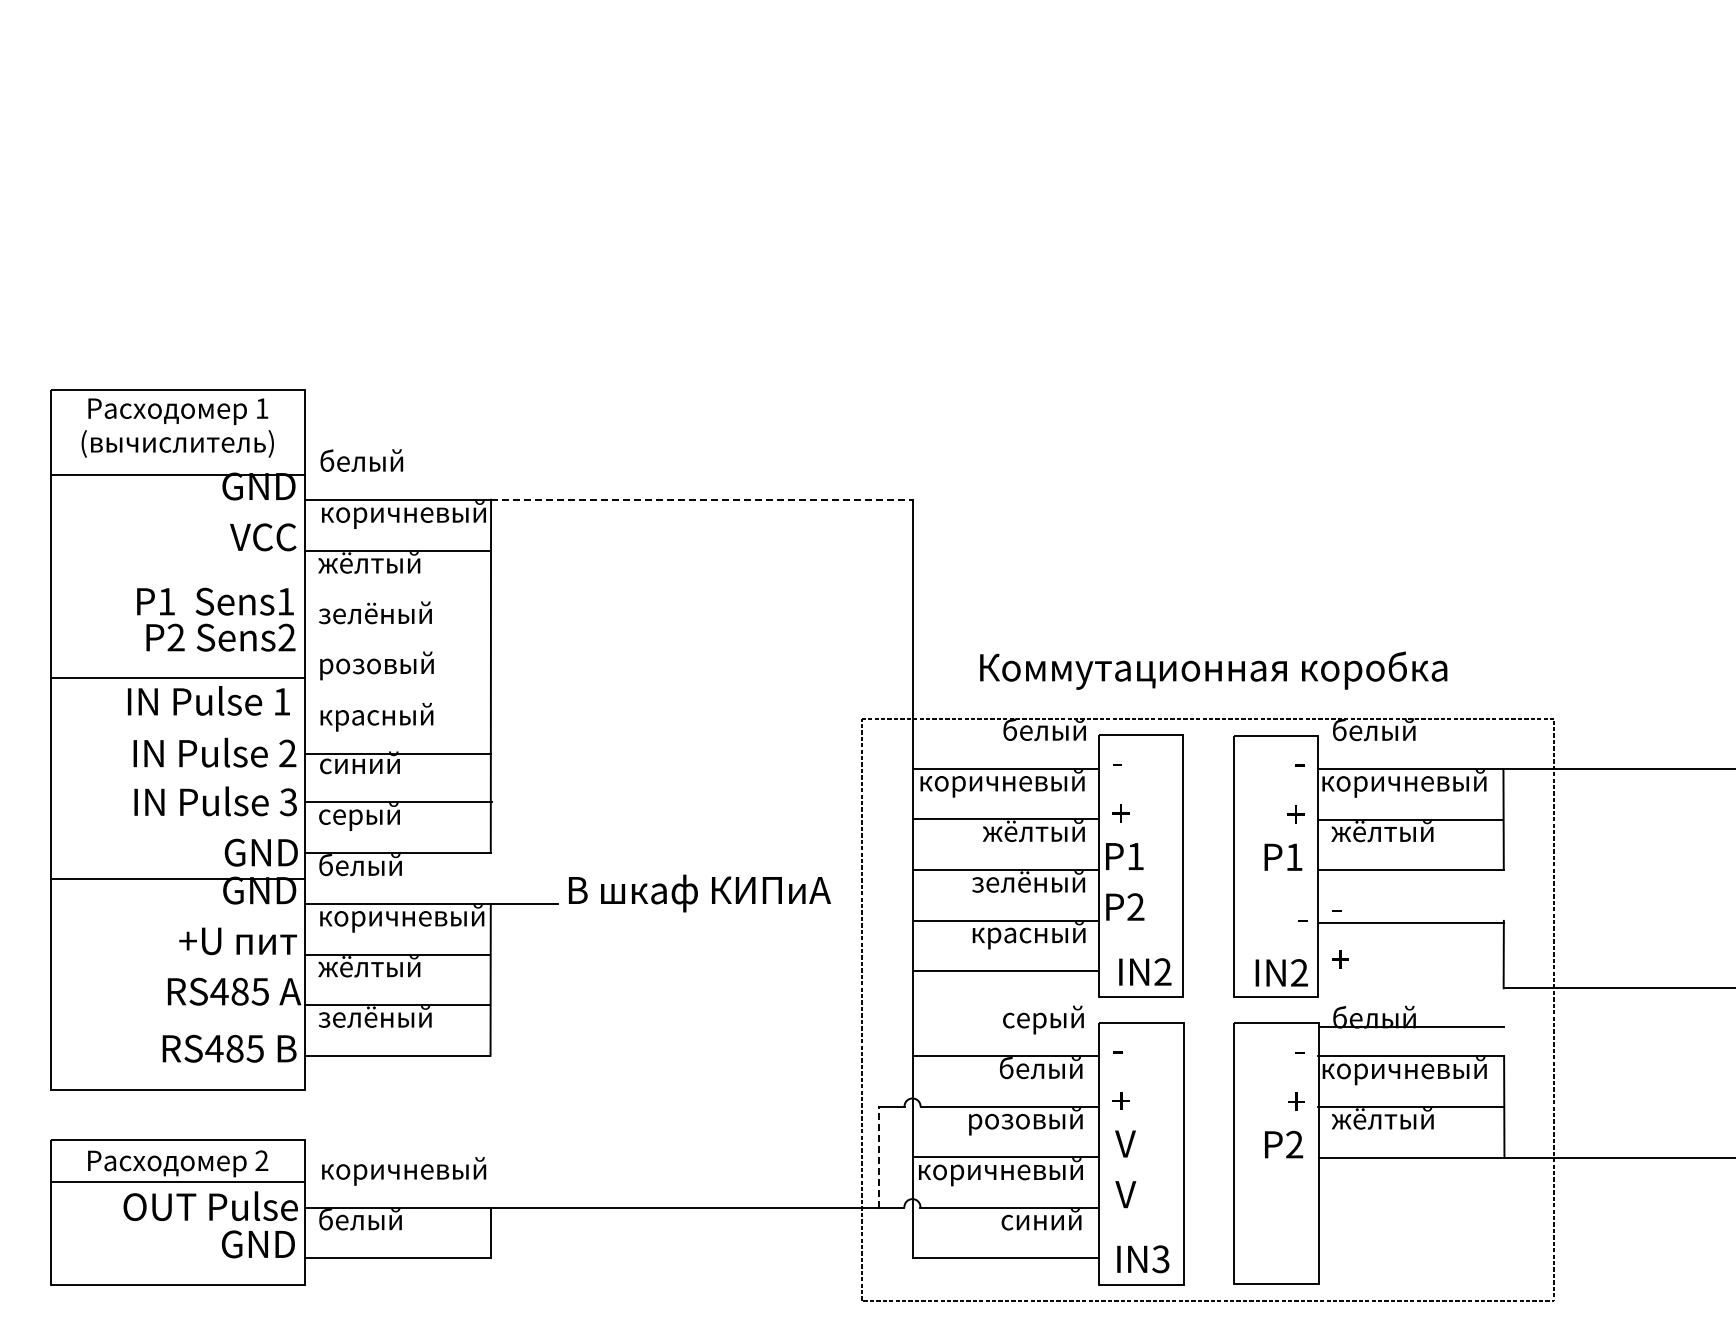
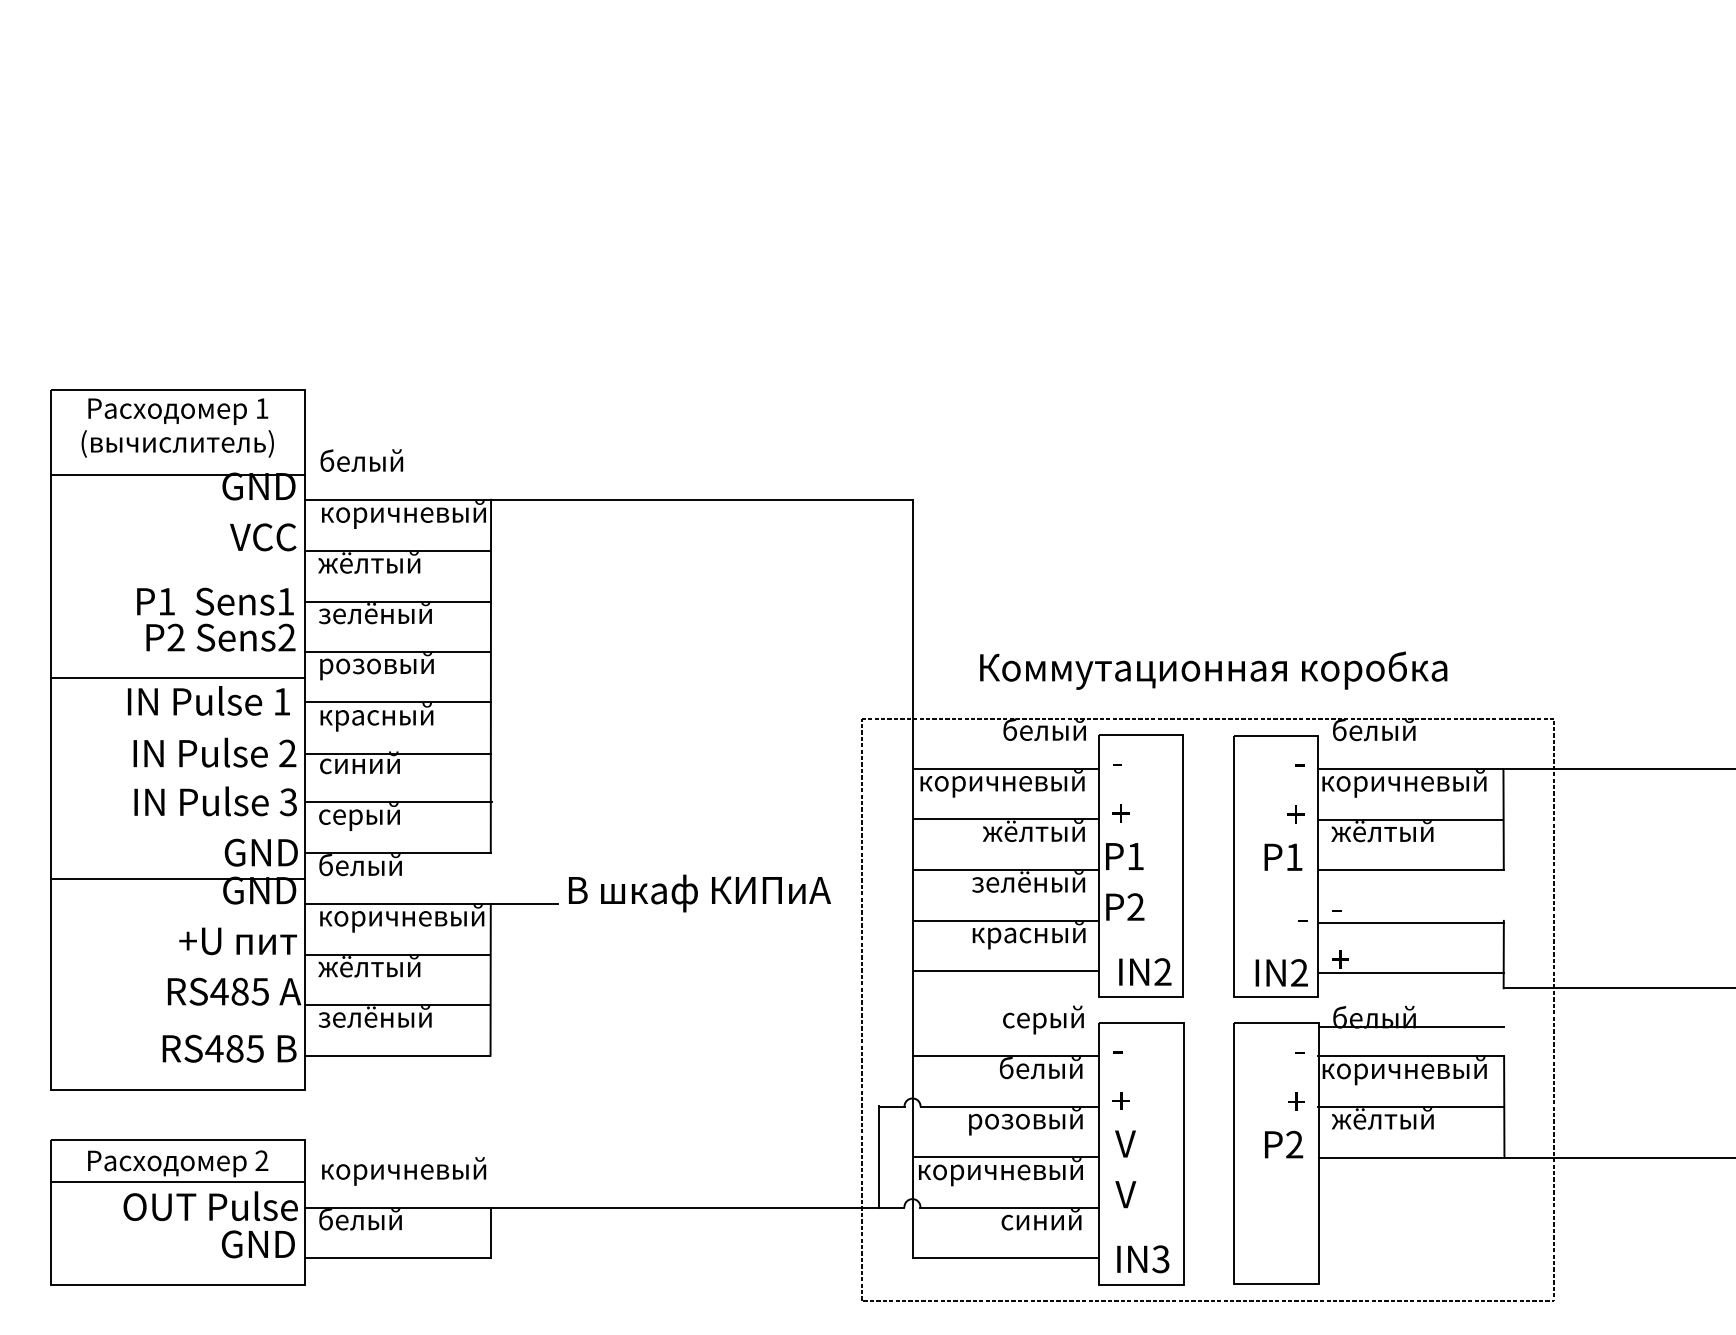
line at (701, 499): dashed -> solid
line at (397, 601): none -> present
line at (397, 652): none -> present
line at (397, 702): none -> present
line at (1411, 973): none -> present
line at (879, 1157): dashed -> solid
